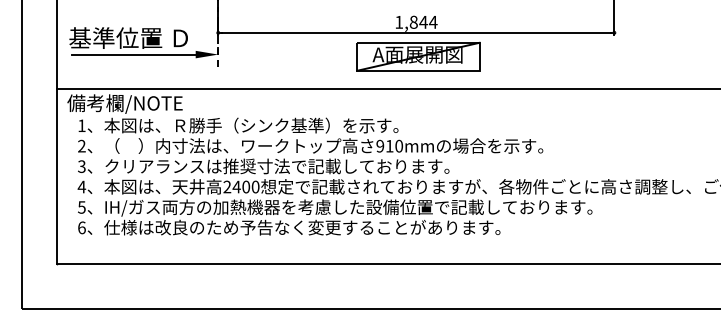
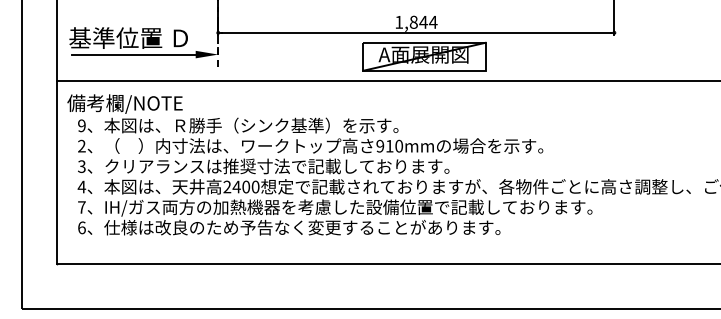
part at (418, 56) position: (418, 56) -> (424, 56)
line at (386, 88) position: (386, 88) -> (386, 80)
text at (81, 125): 1 -> 9
text at (81, 207): 5 -> 7
